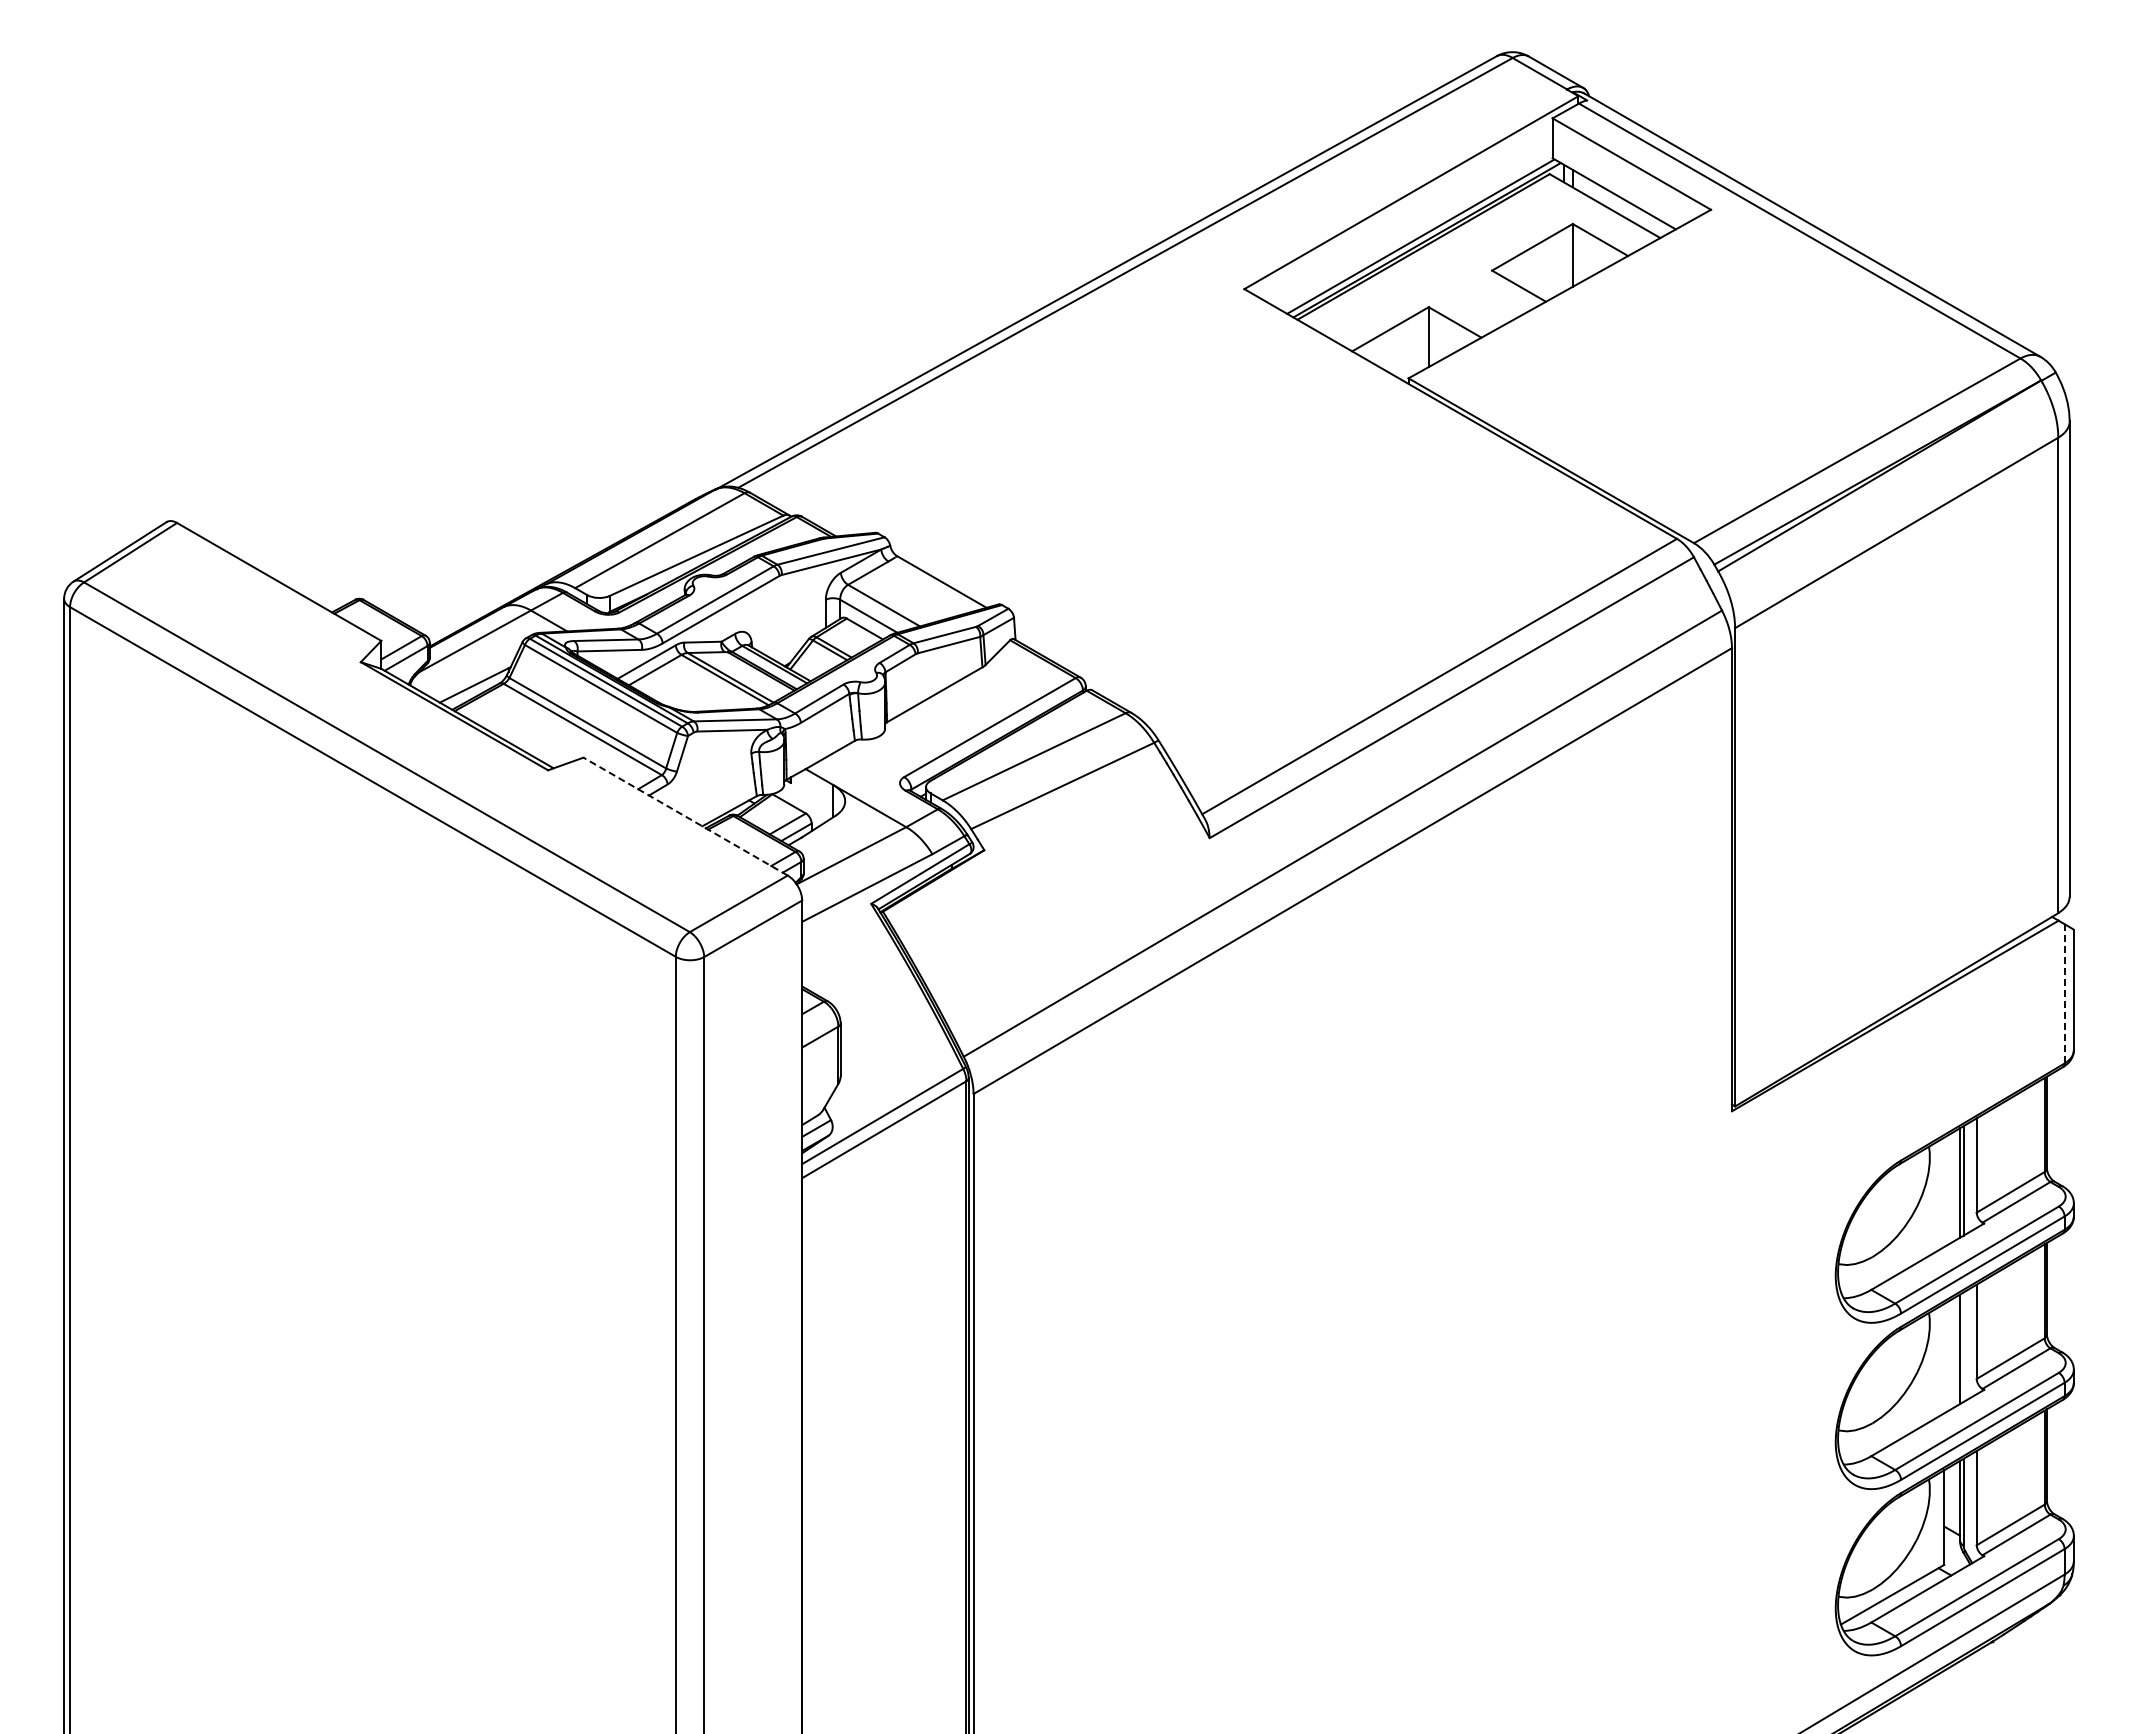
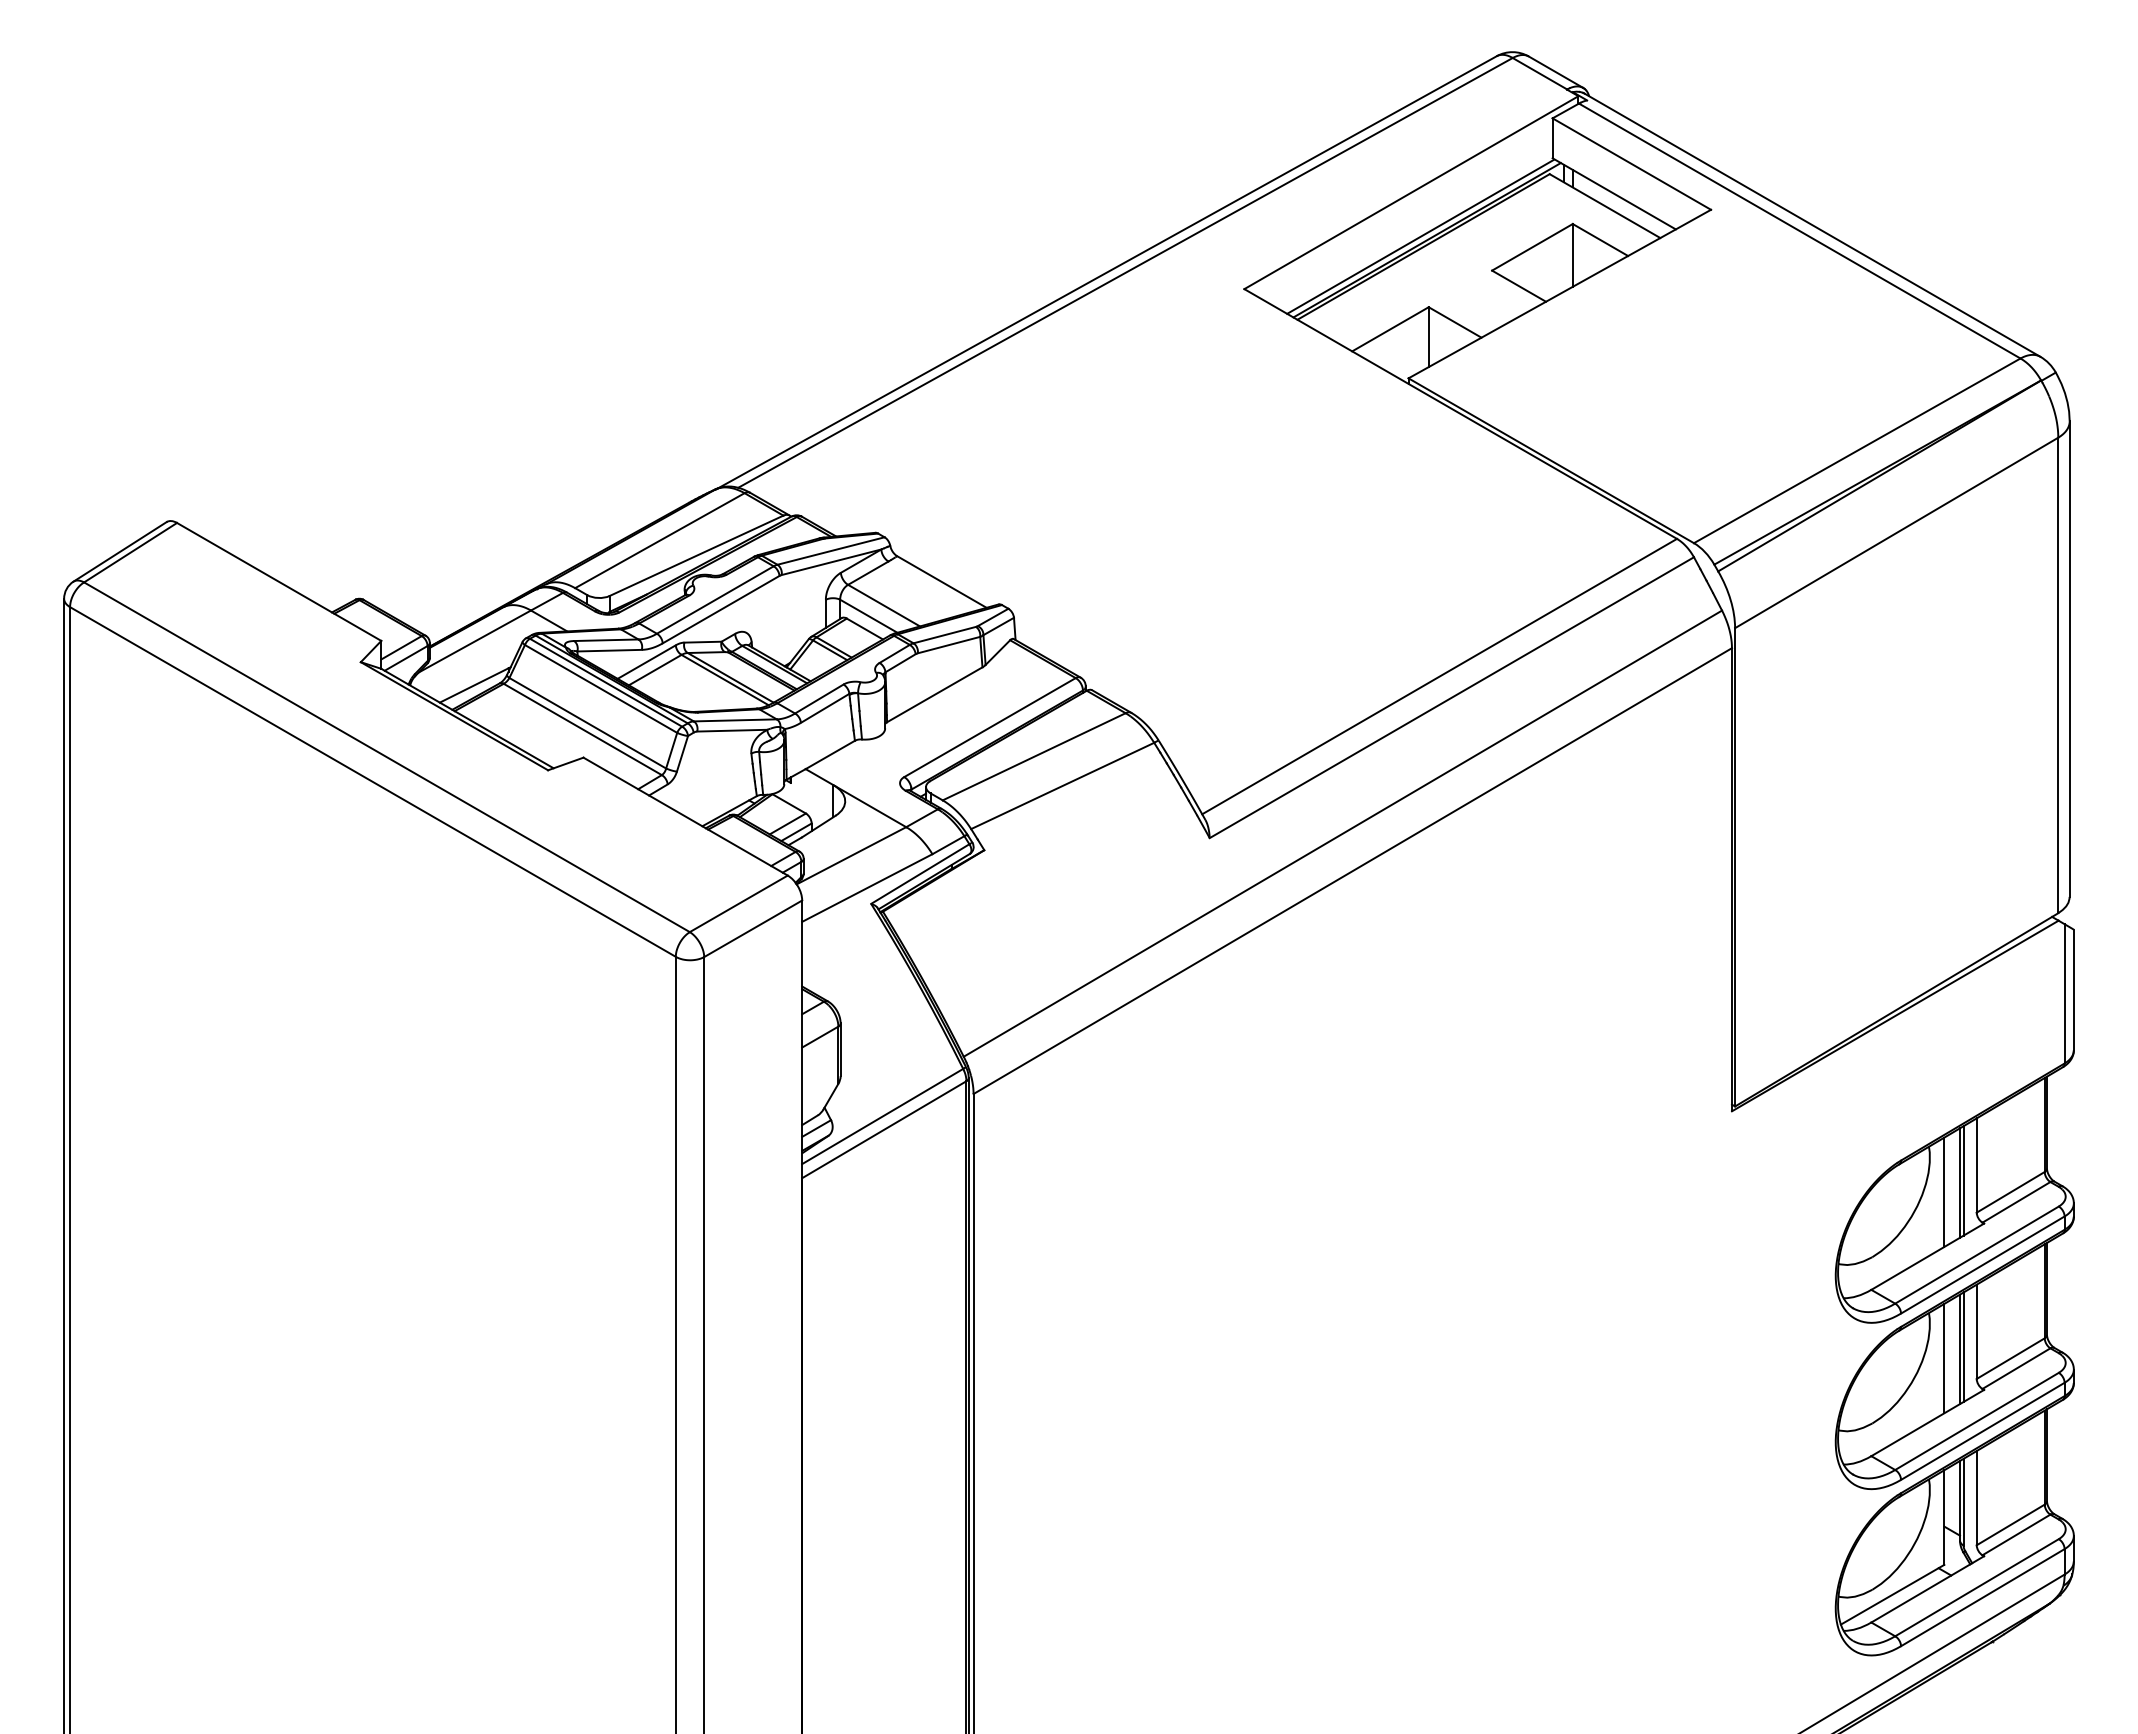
line at (685, 816): dashed -> solid
line at (2064, 993): dashed -> solid
line at (1944, 1191): none -> present
line at (1963, 1347): none -> present
line at (1944, 1358): none -> present
